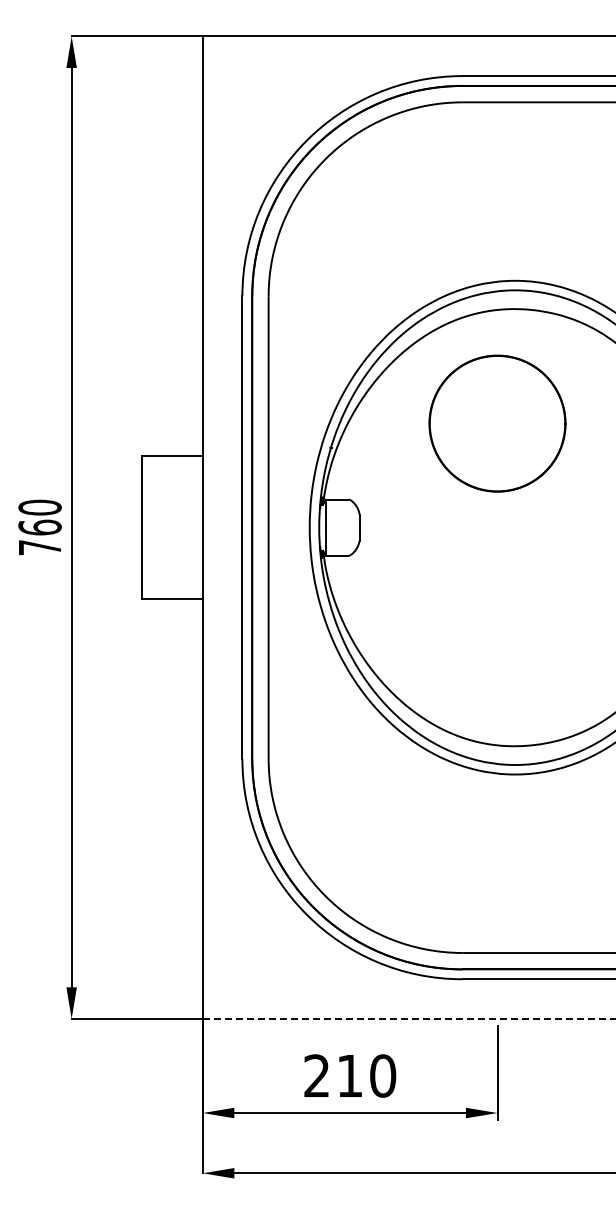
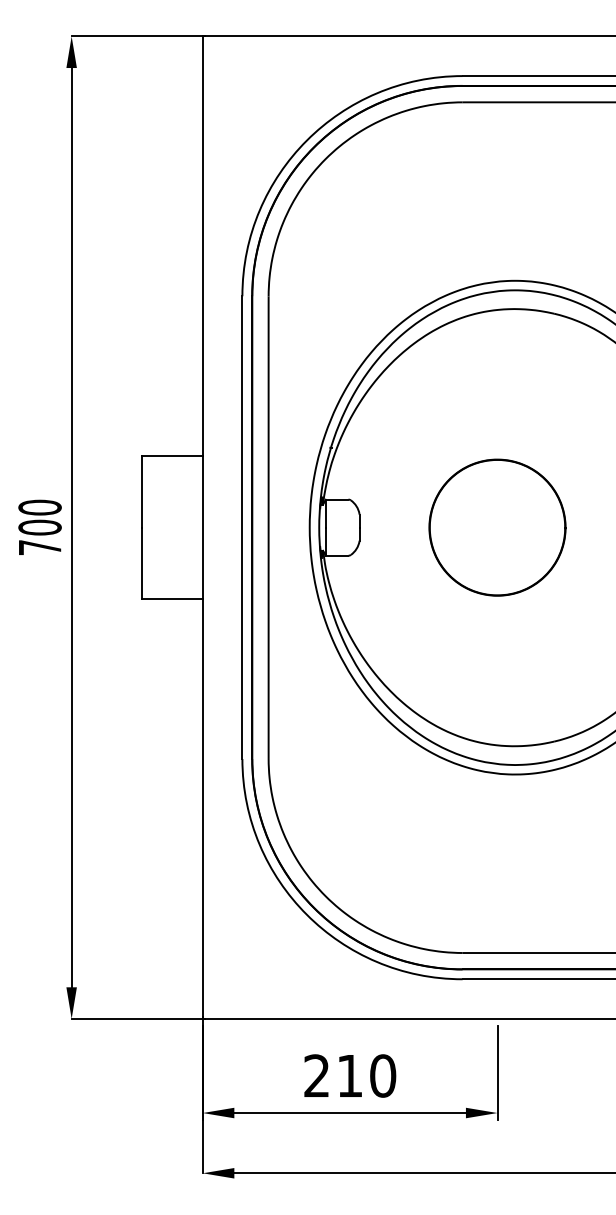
part at (497, 423) position: (497, 423) -> (497, 527)
text at (39, 527): 760 -> 700
line at (409, 1018): dashed -> solid
